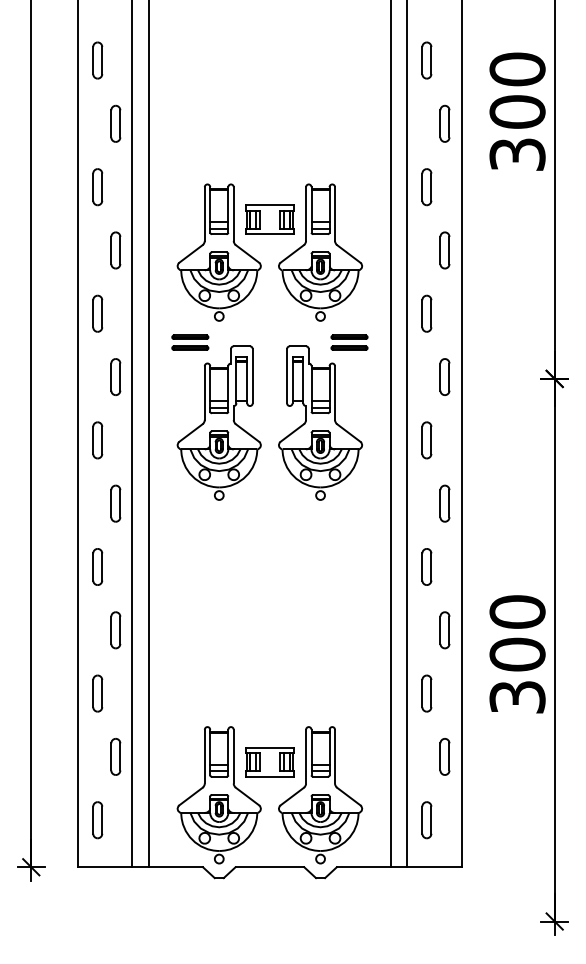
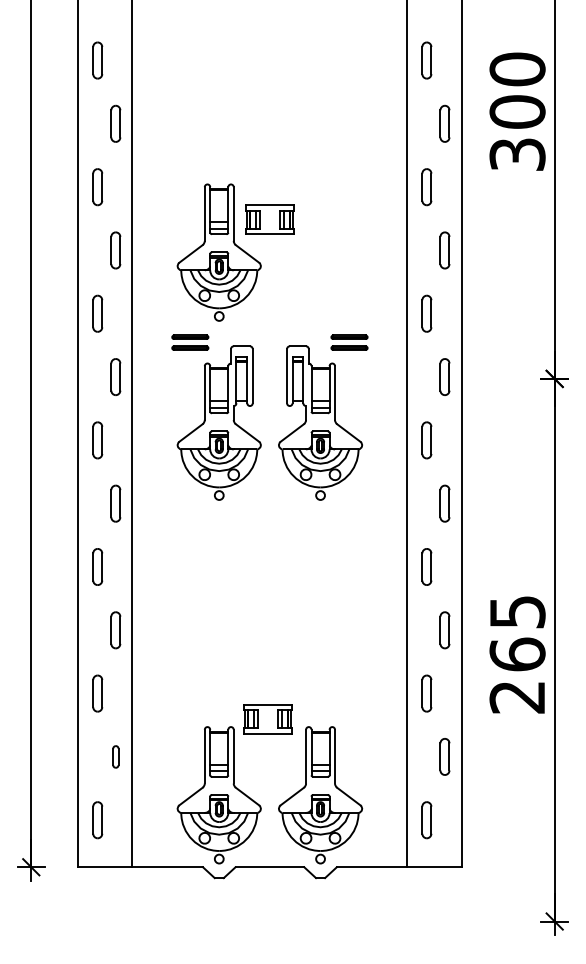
part at (320, 252): present -> none
line at (149, 434): present -> none
line at (390, 434): present -> none
text at (517, 654): 300 -> 265
part at (115, 756) size: 12x38 px -> 8x24 px
part at (269, 762) position: (269, 762) -> (267, 719)
